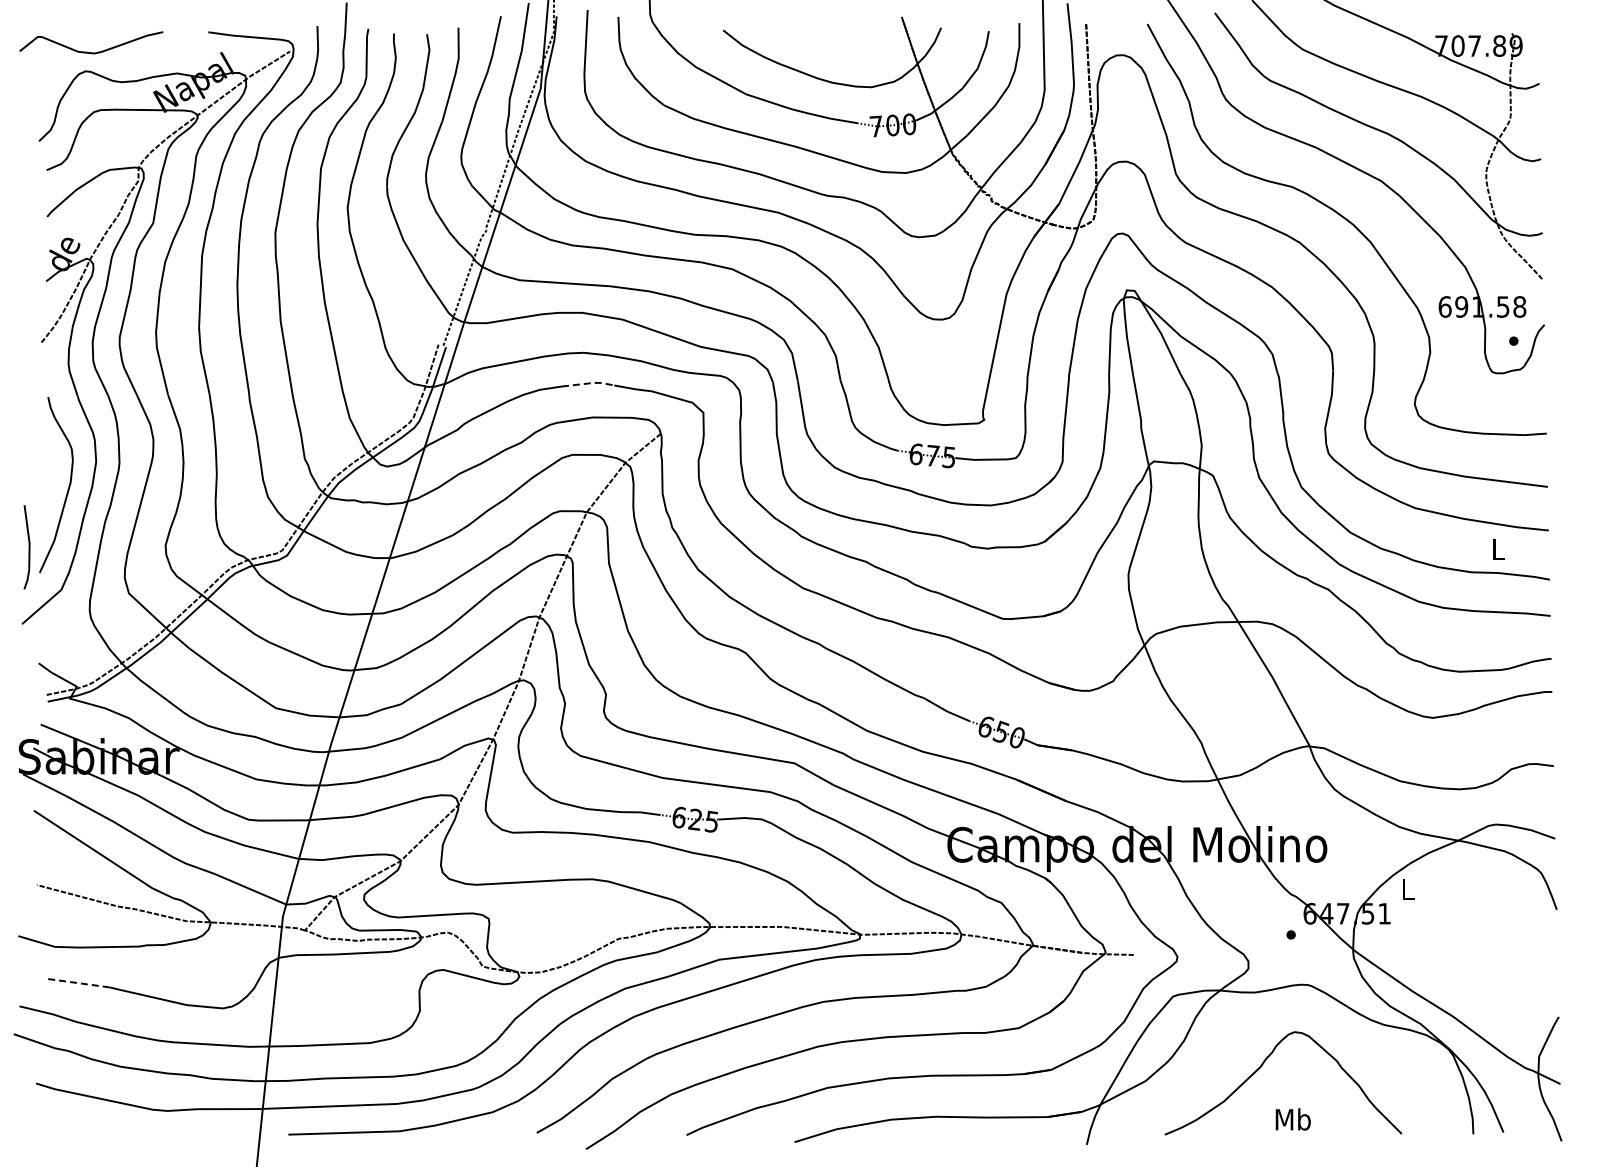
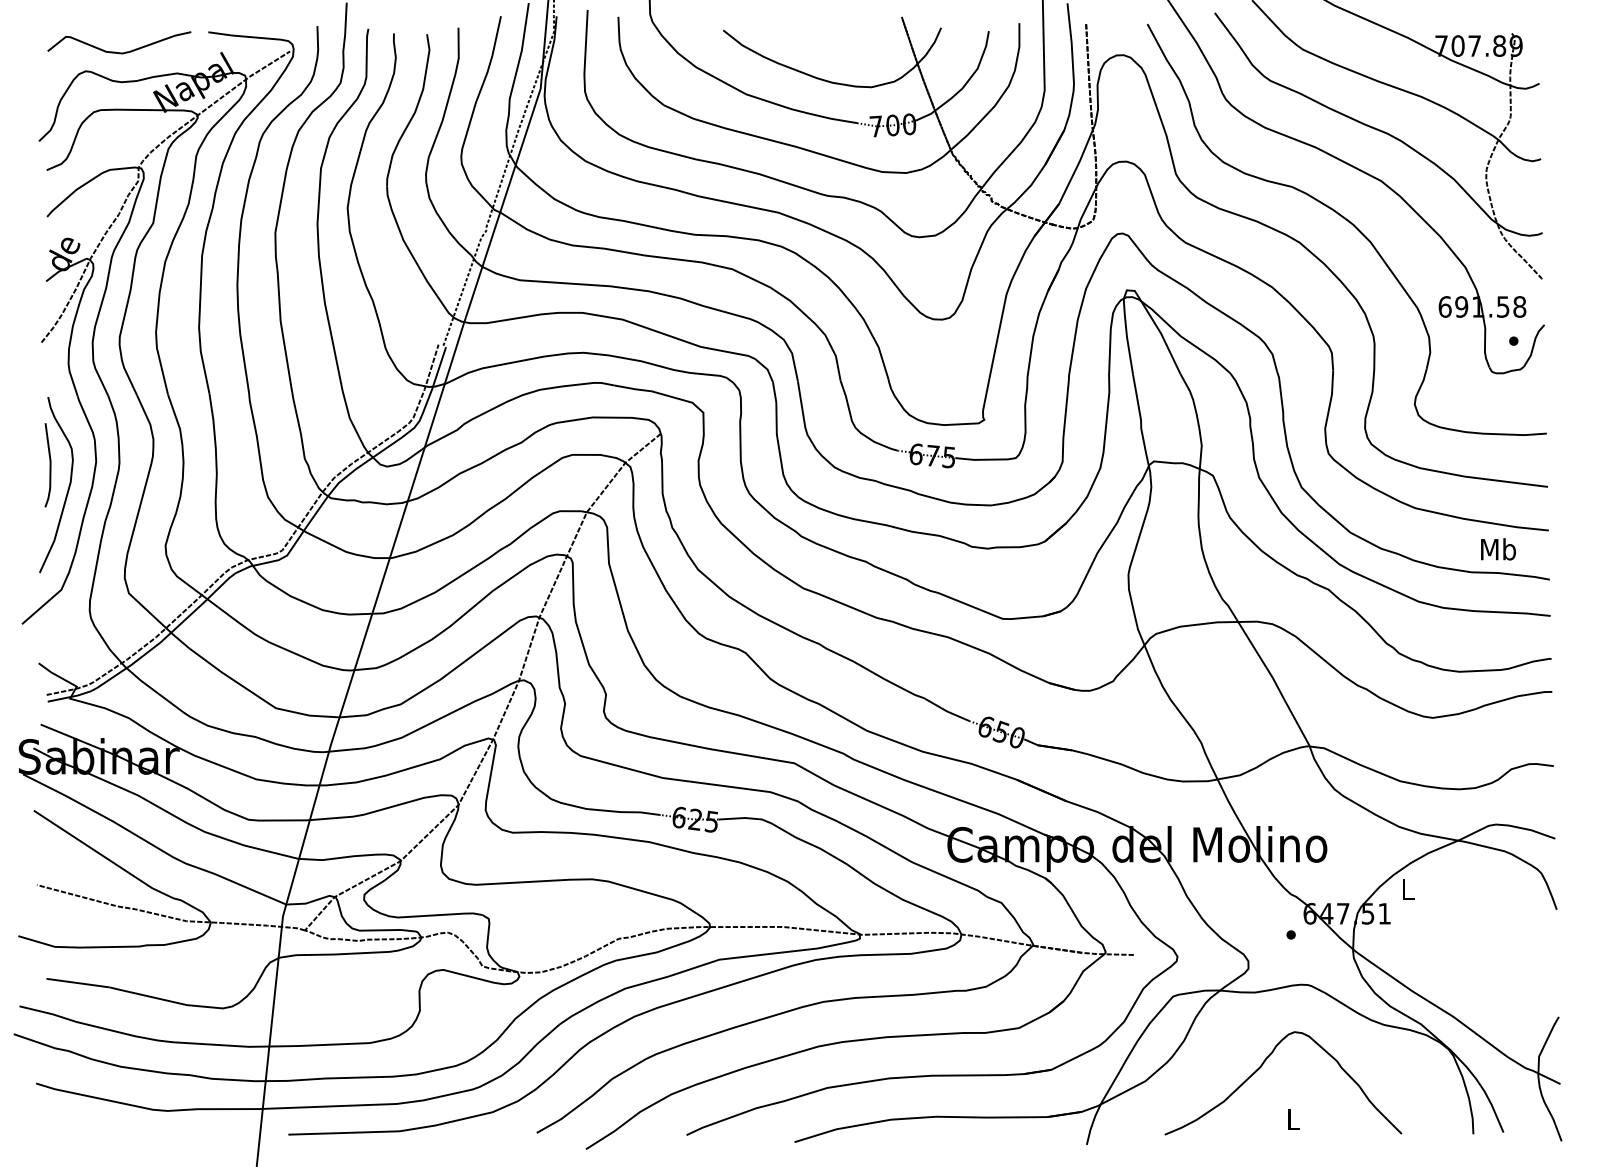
curve at (87, 51) position: (87, 51) -> (115, 51)
line at (590, 383): dashed -> solid
line at (28, 547) position: (28, 547) -> (49, 465)
text at (1498, 549): L -> Mb
line at (78, 983): dashed -> solid
text at (1292, 1119): Mb -> L
